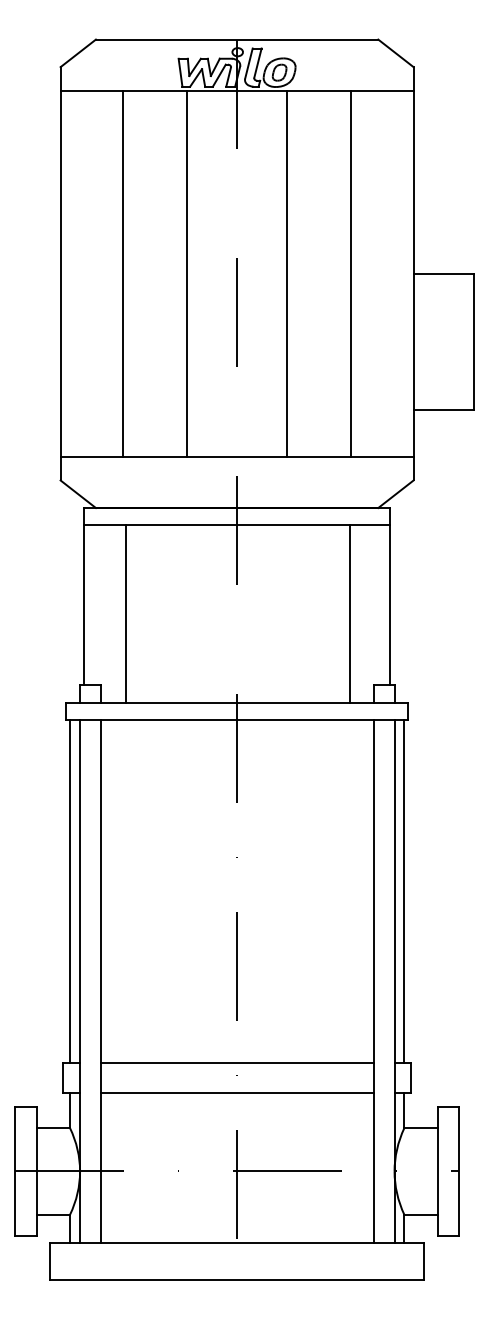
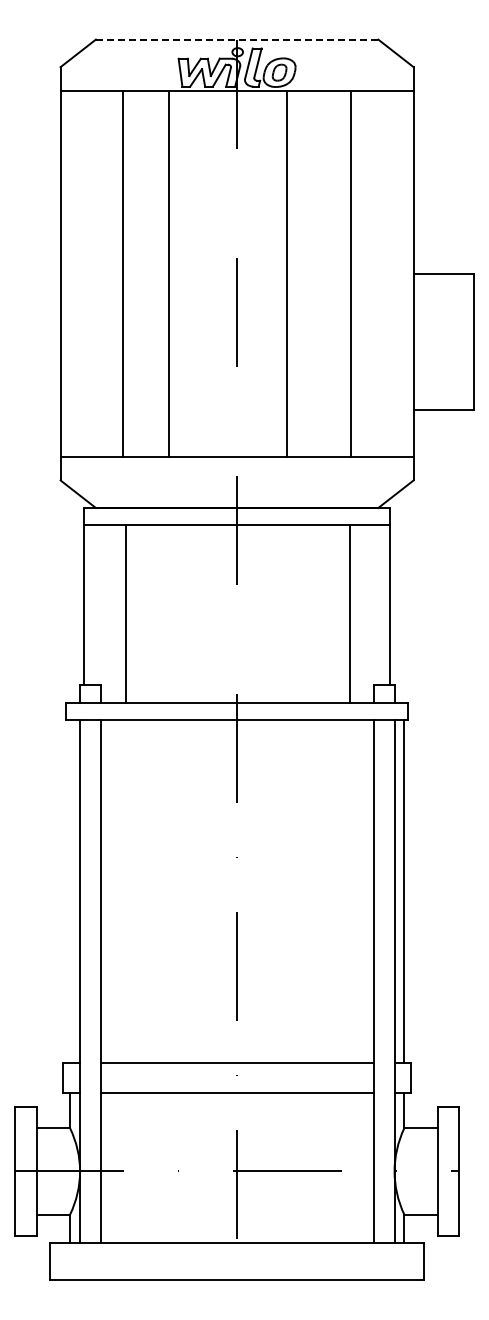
line at (237, 39): solid -> dashed
line at (186, 273) position: (186, 273) -> (168, 273)
line at (70, 890): present -> none
